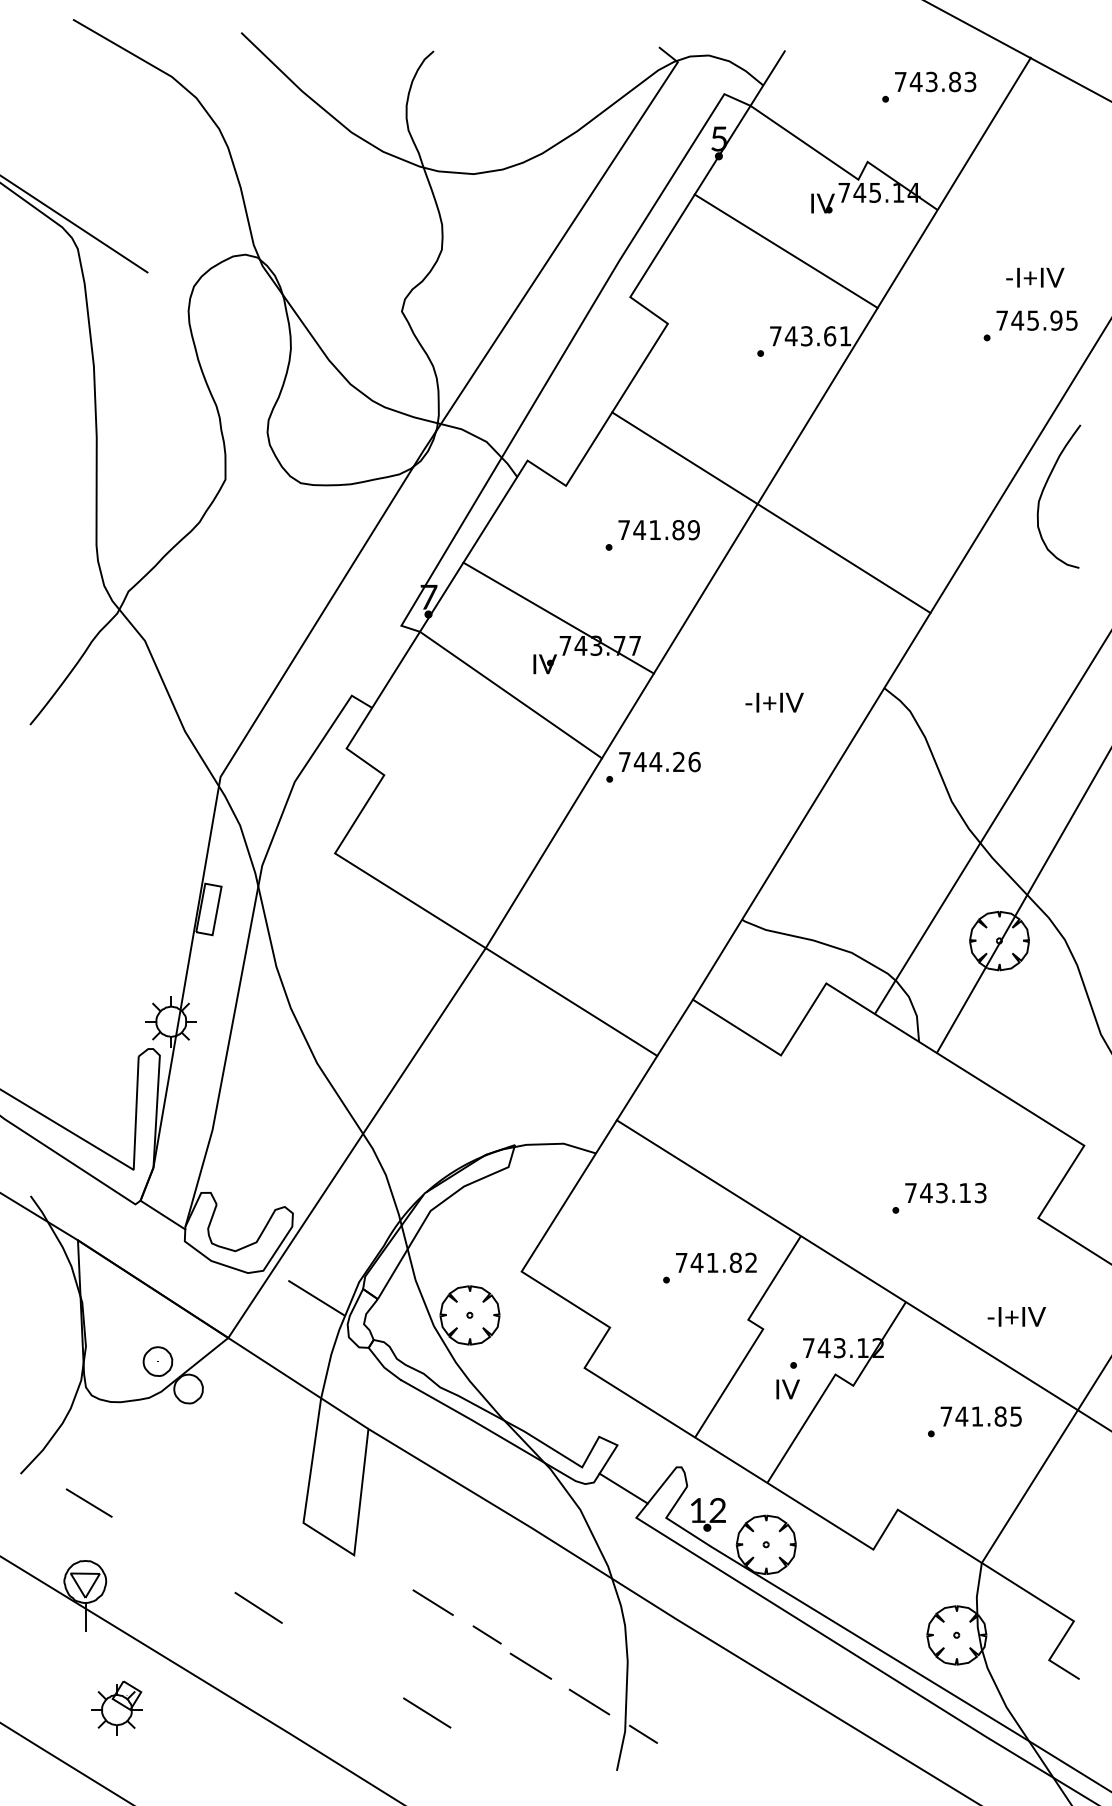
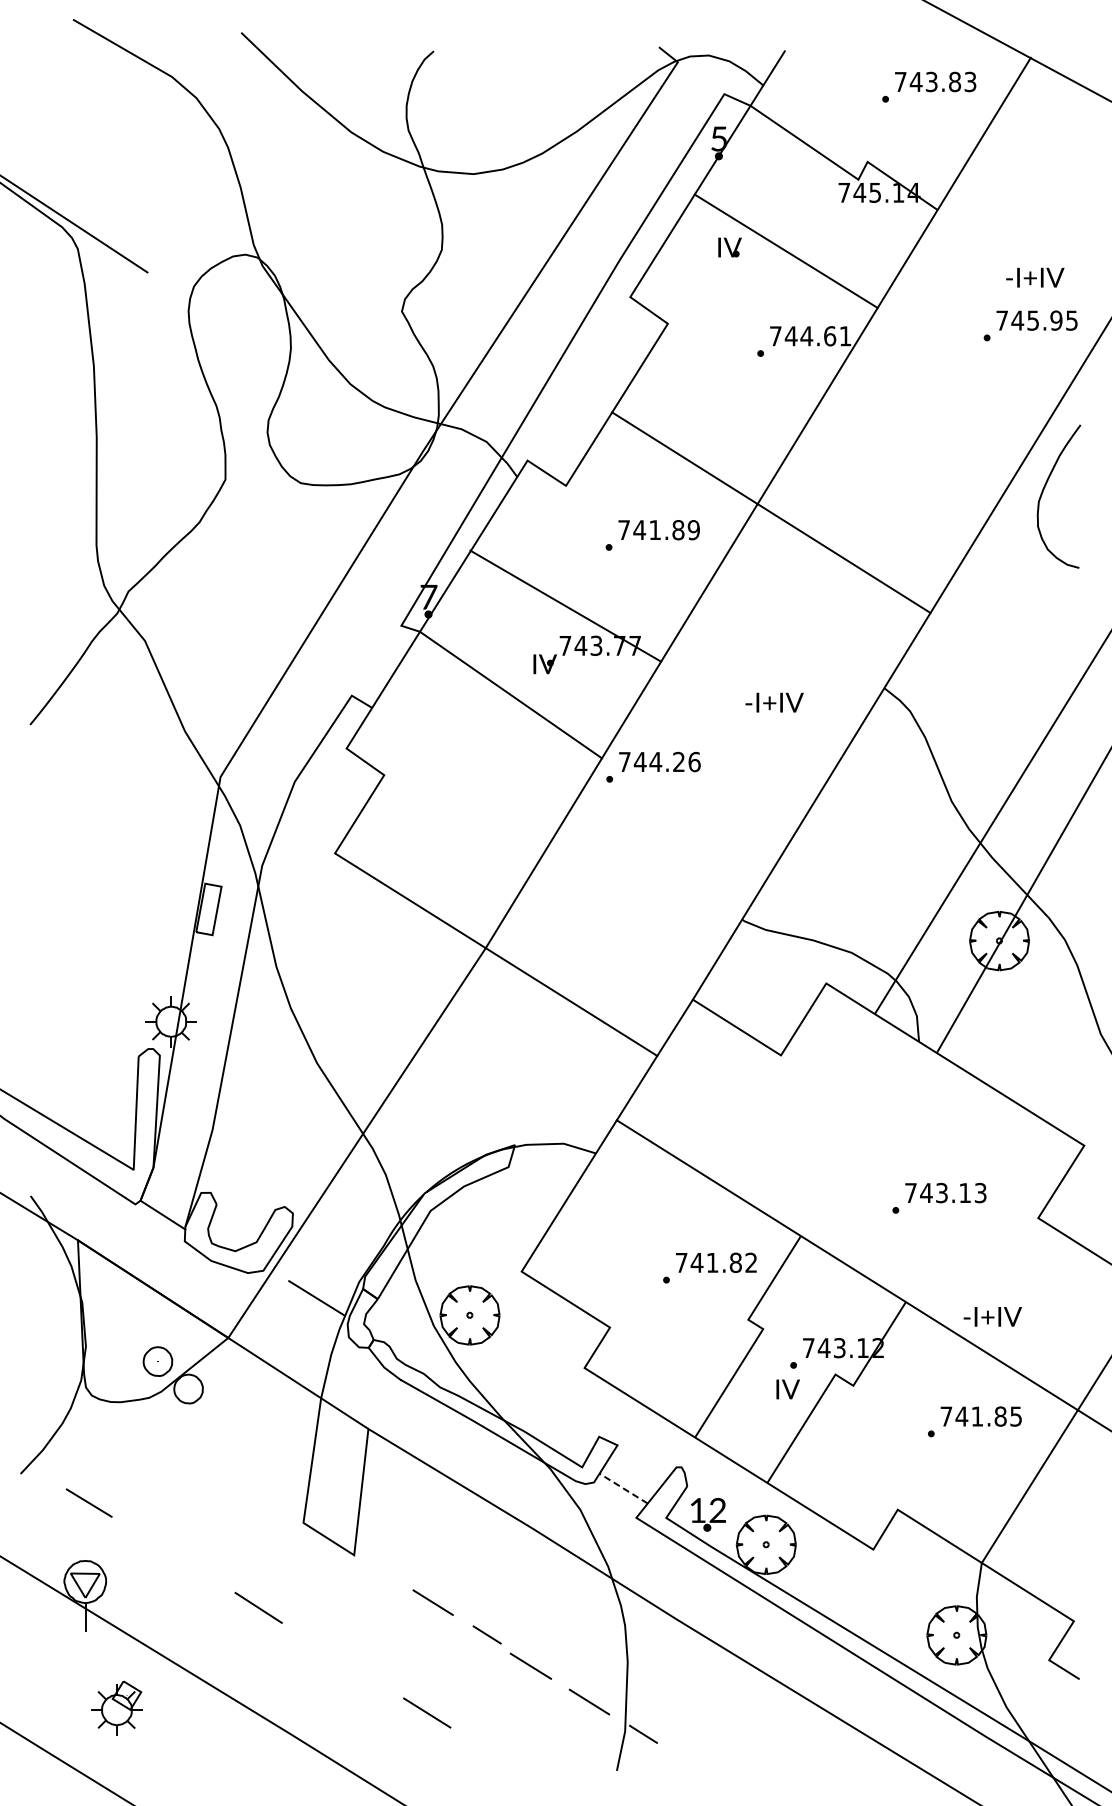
part at (822, 203) position: (822, 203) -> (729, 247)
text at (806, 336): 743.61 -> 744.61
line at (558, 617) position: (558, 617) -> (565, 605)
text at (1016, 1316) position: (1016, 1316) -> (992, 1316)
line at (623, 1488): solid -> dashed
